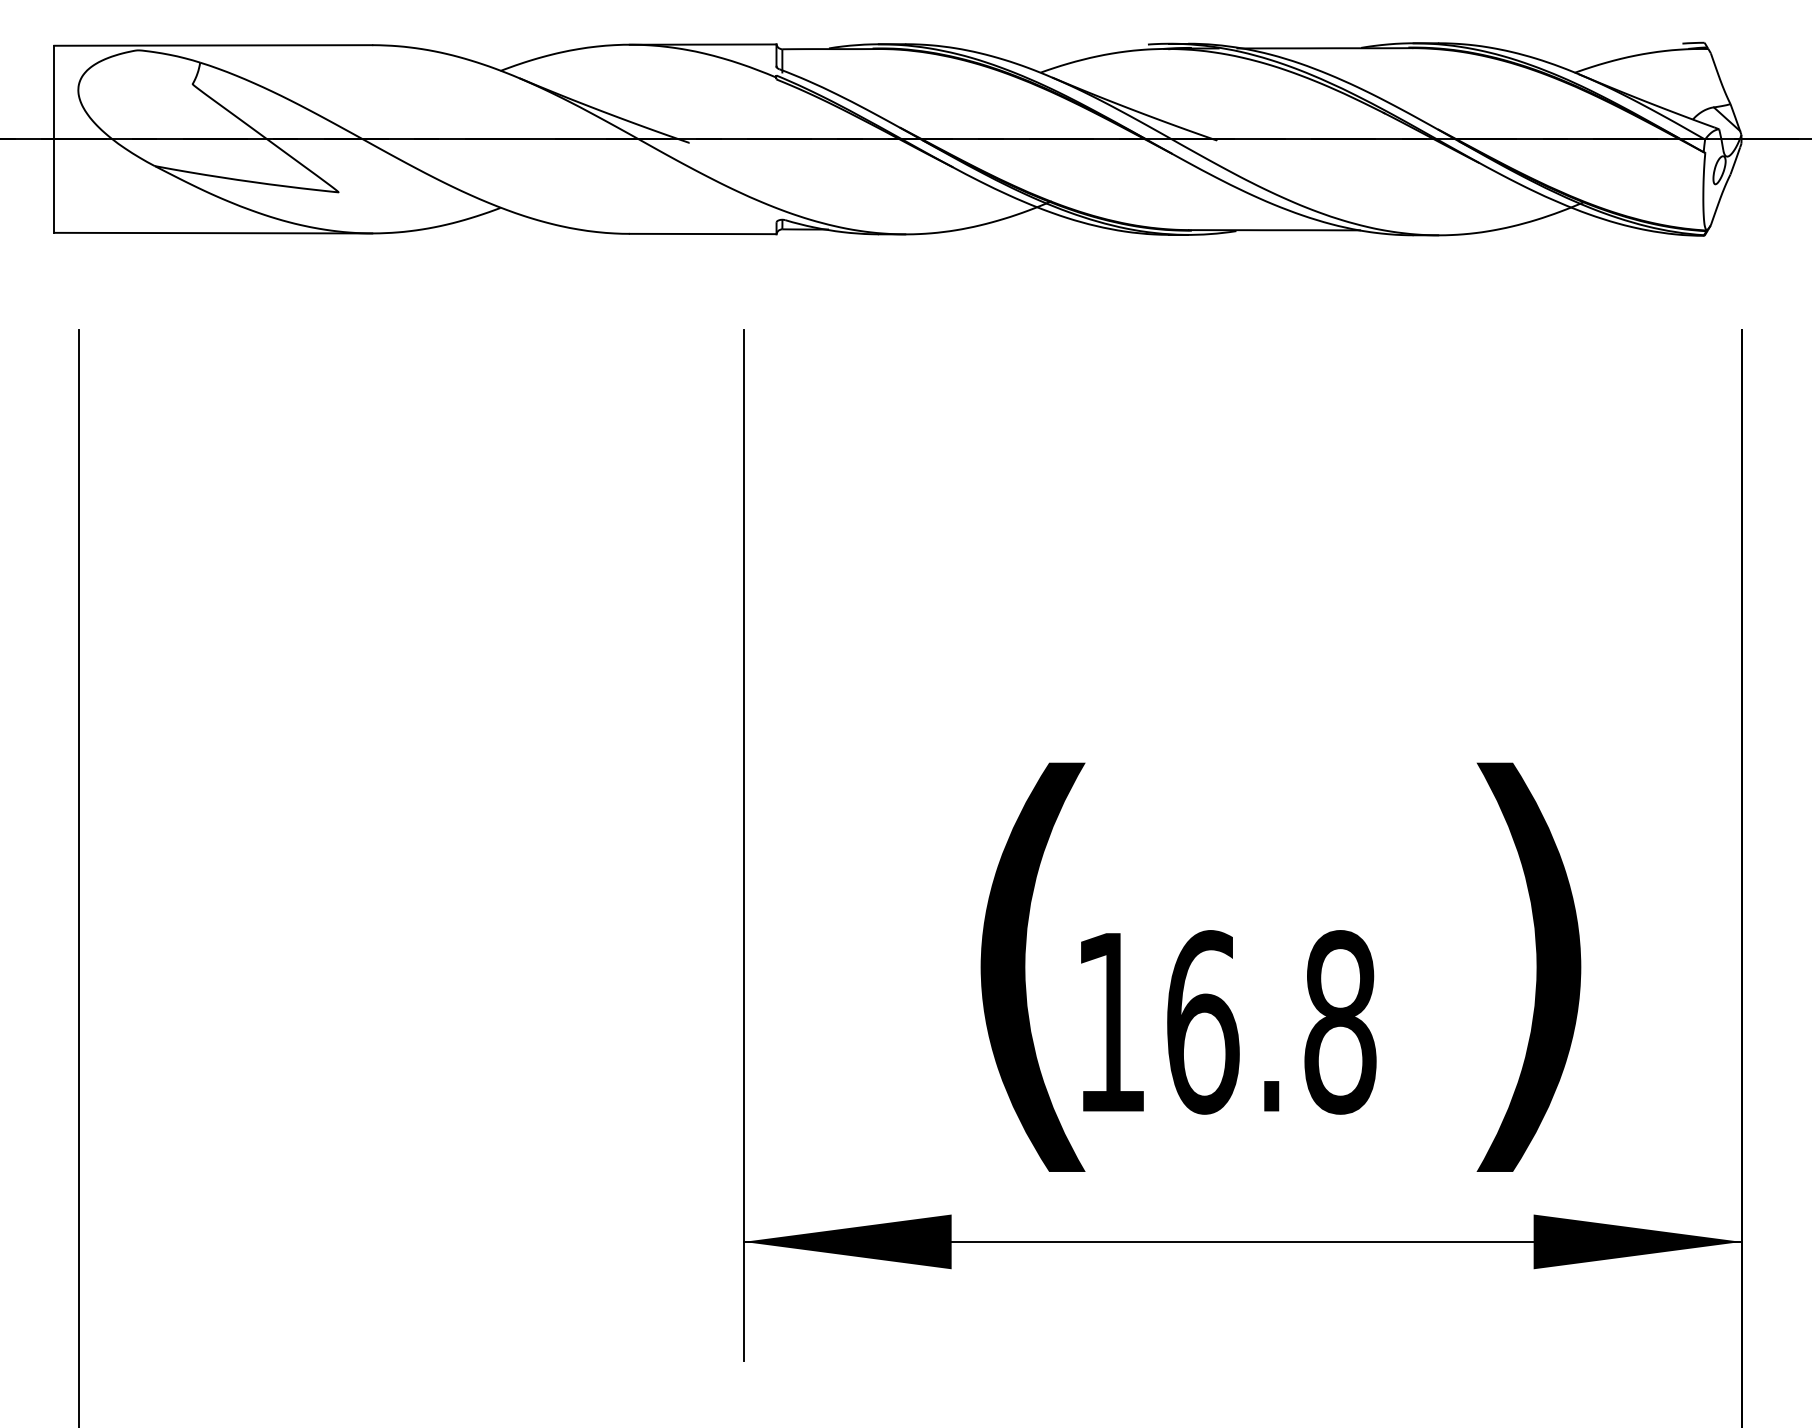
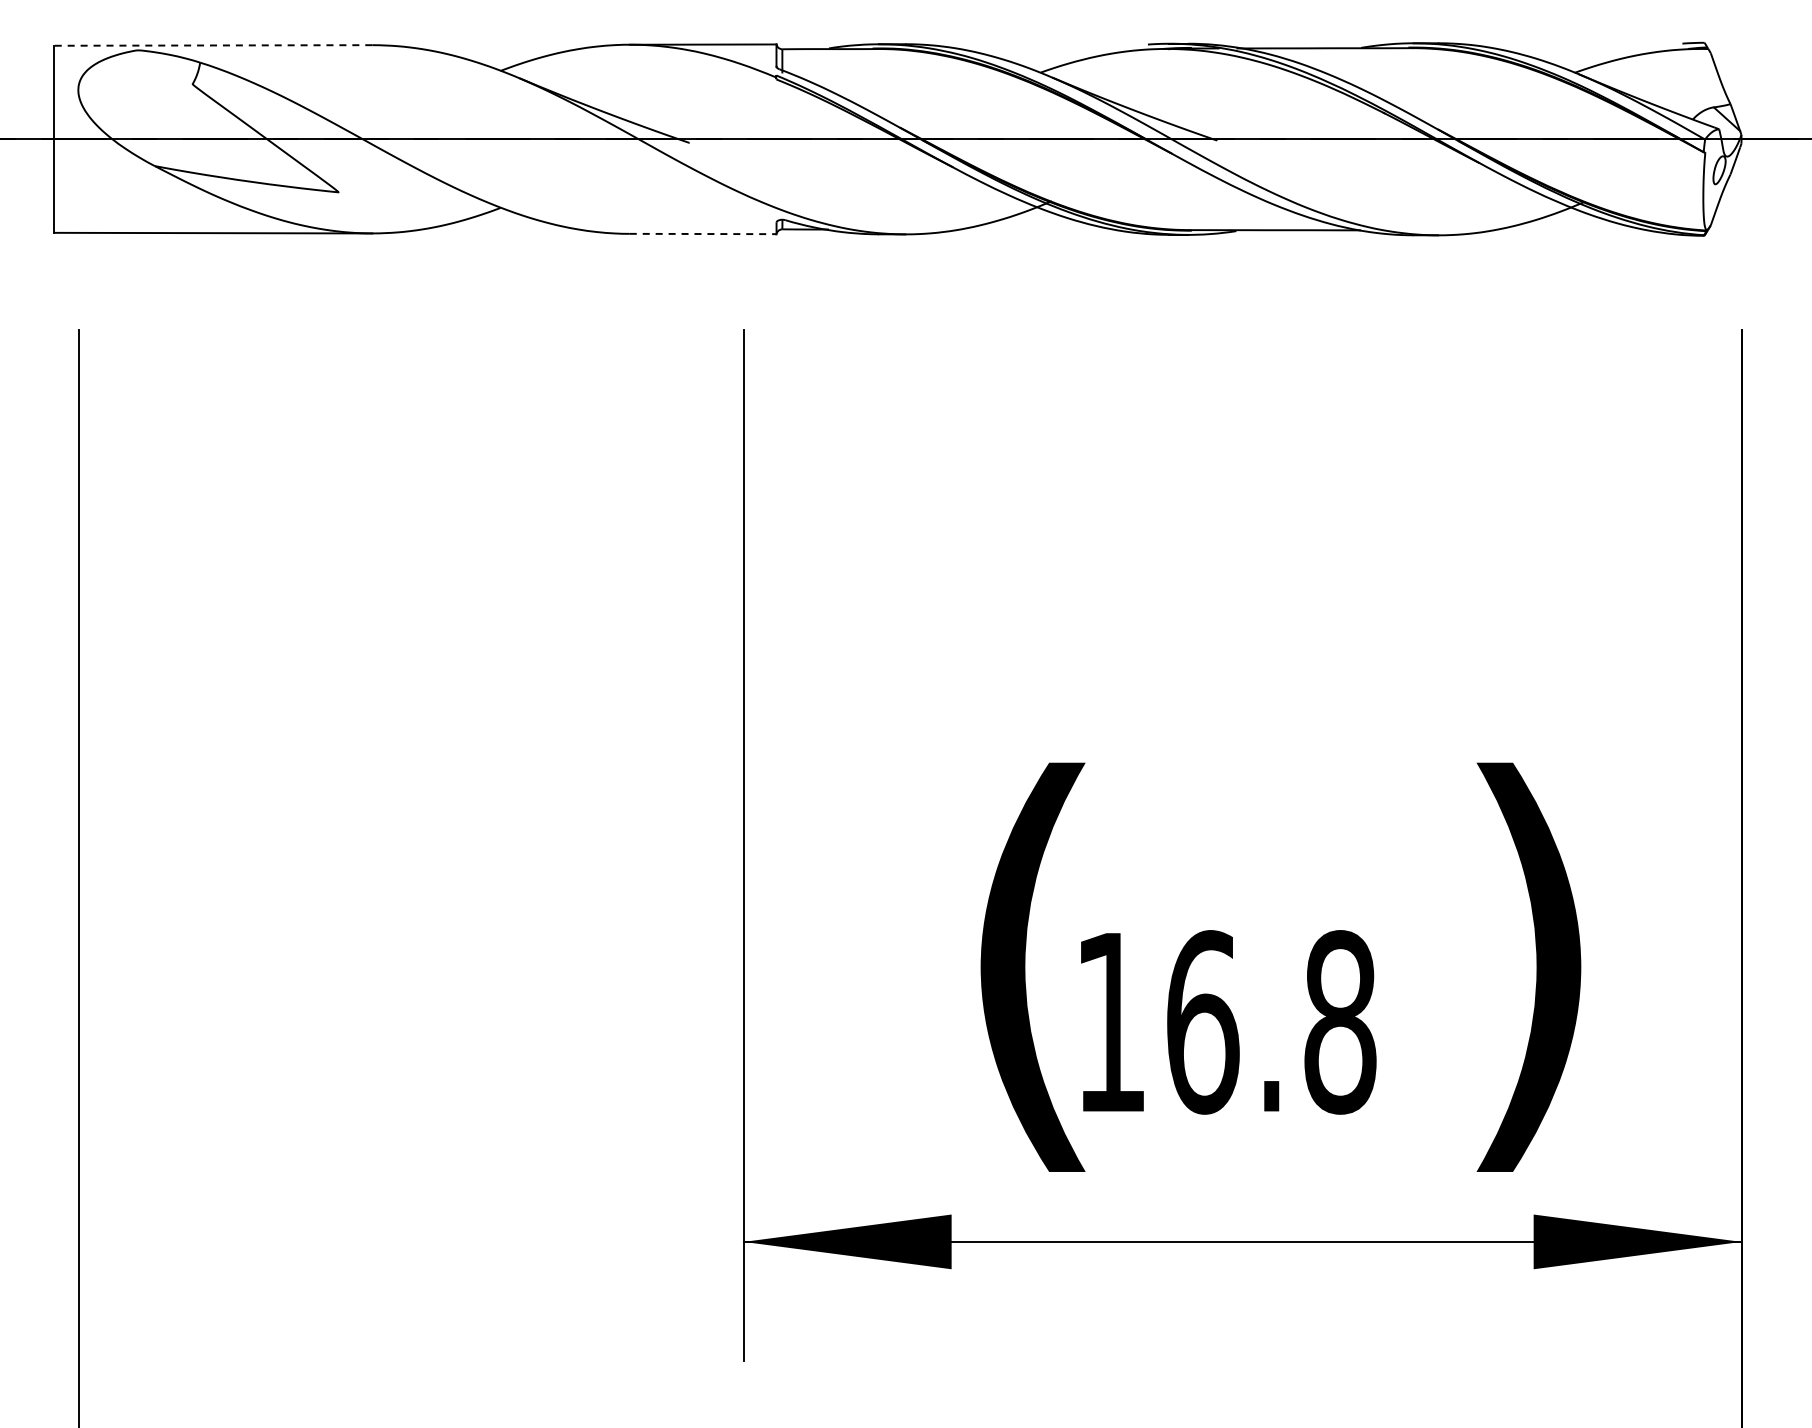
line at (213, 45): solid -> dashed
line at (703, 234): solid -> dashed
